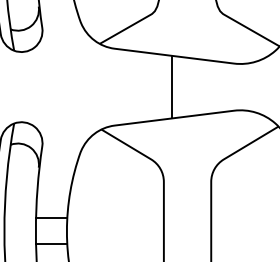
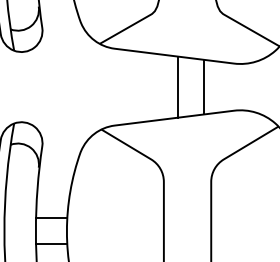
line at (171, 86) position: (171, 86) -> (177, 86)
line at (203, 86): none -> present
